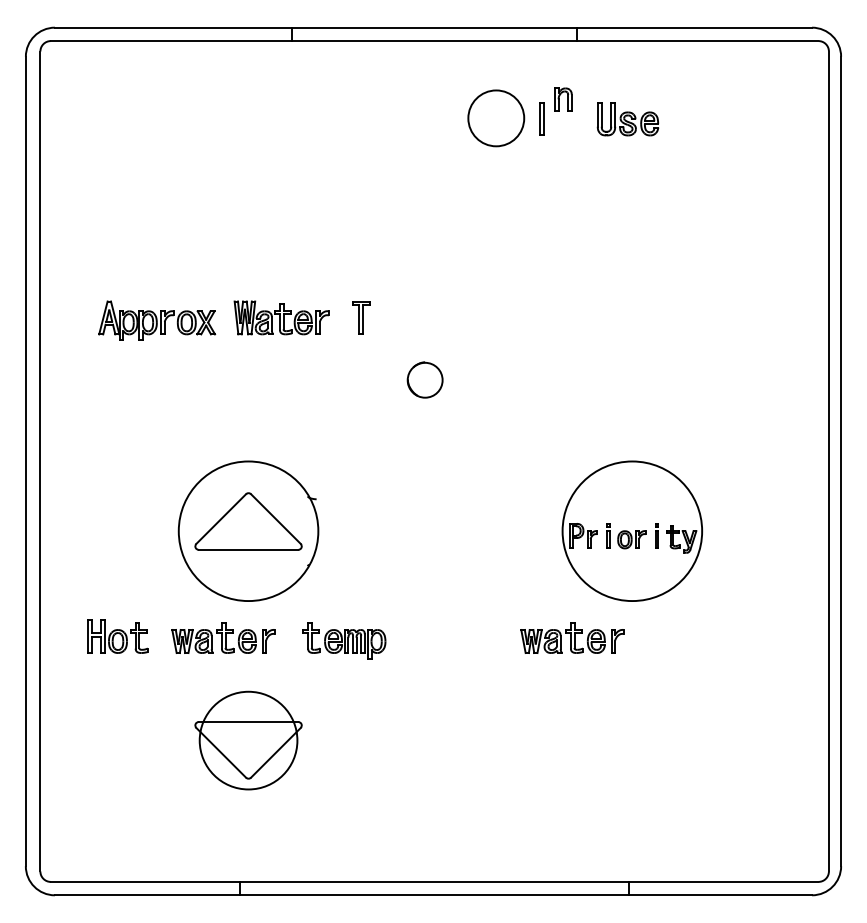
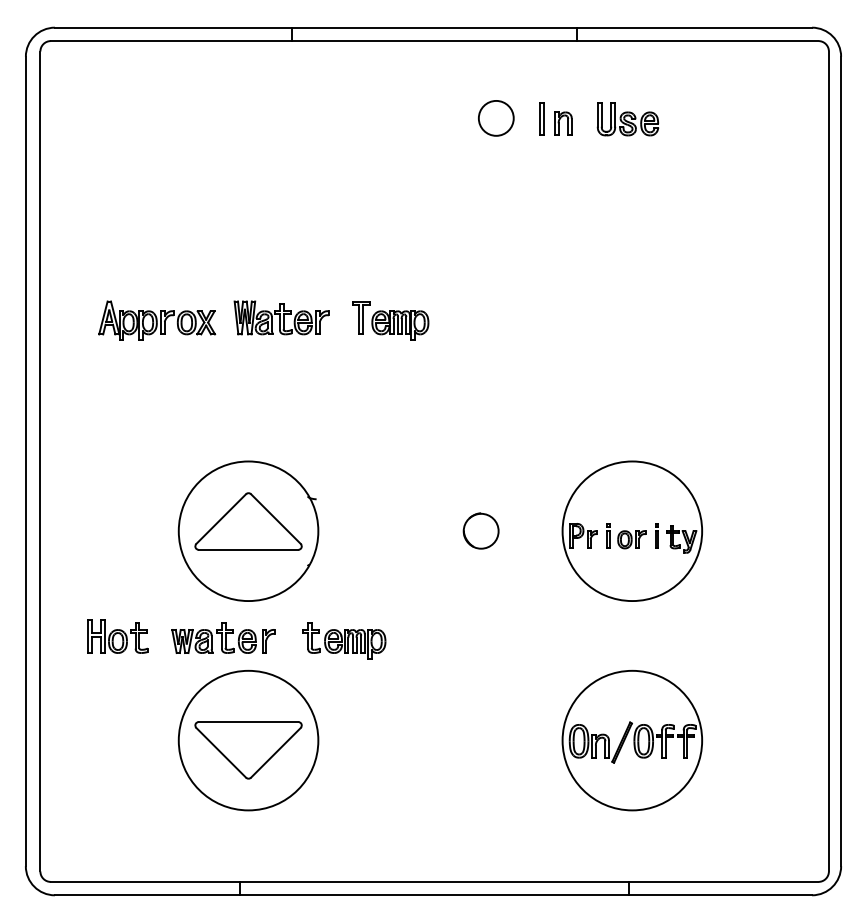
part at (563, 99) position: (563, 99) -> (563, 123)
circle at (496, 118) diameter: 56 px -> 35 px
part at (400, 325): none -> present
part at (424, 379) position: (424, 379) -> (480, 530)
part at (572, 637): present -> none
circle at (248, 740) diameter: 98 px -> 140 px
part at (632, 740): none -> present
